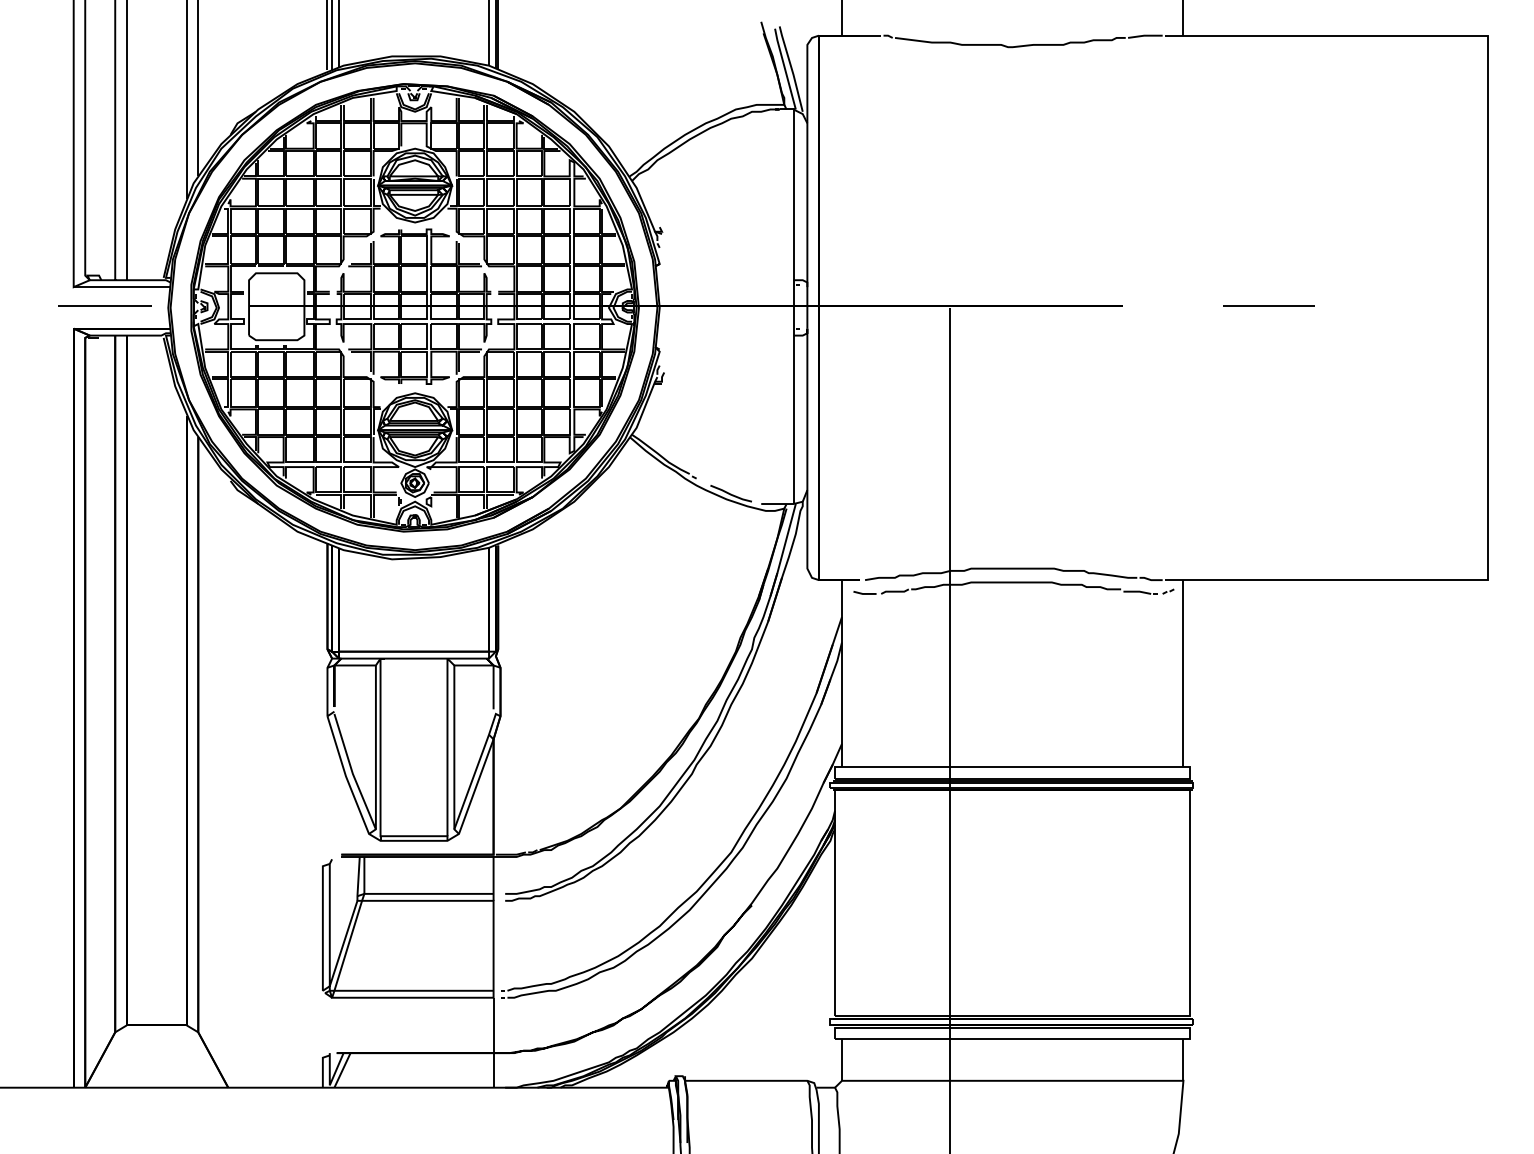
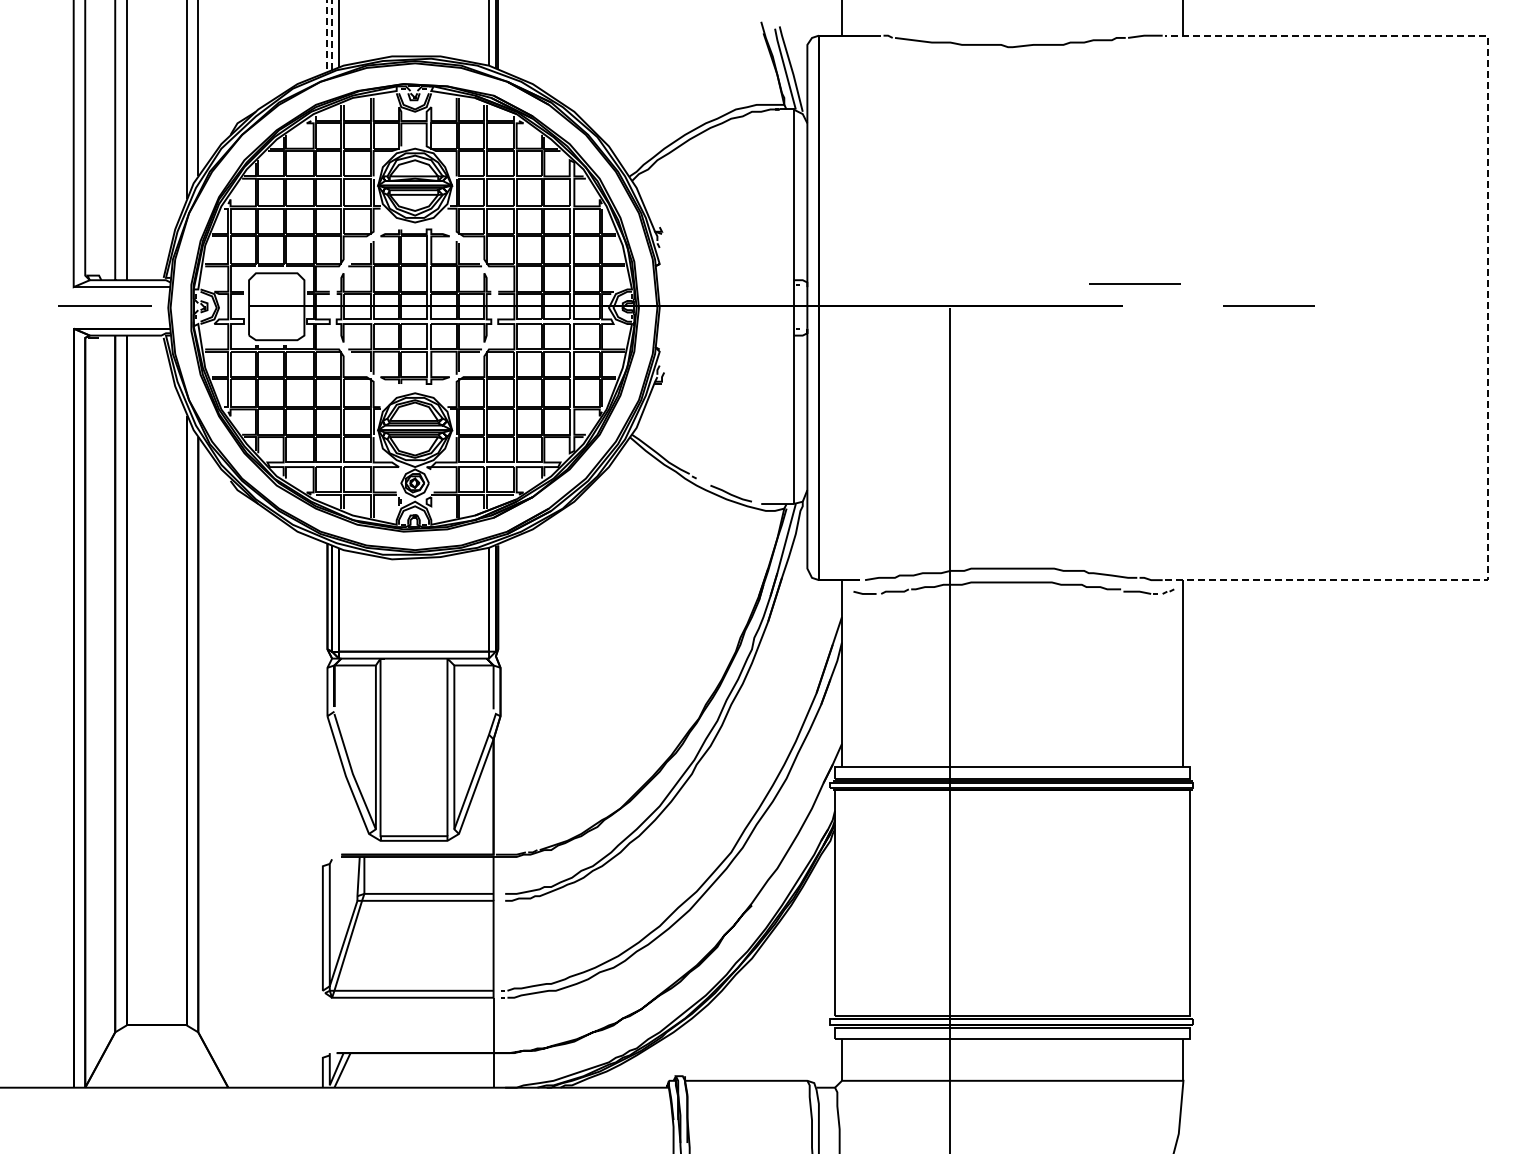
line at (327, 0): solid -> dashed
line at (1134, 283): none -> present
line at (1487, 307): solid -> dashed
